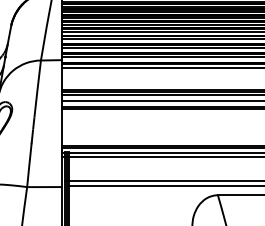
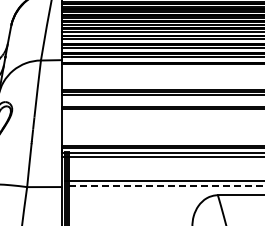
line at (161, 67): present -> none
line at (161, 100): present -> none
line at (166, 186): solid -> dashed
